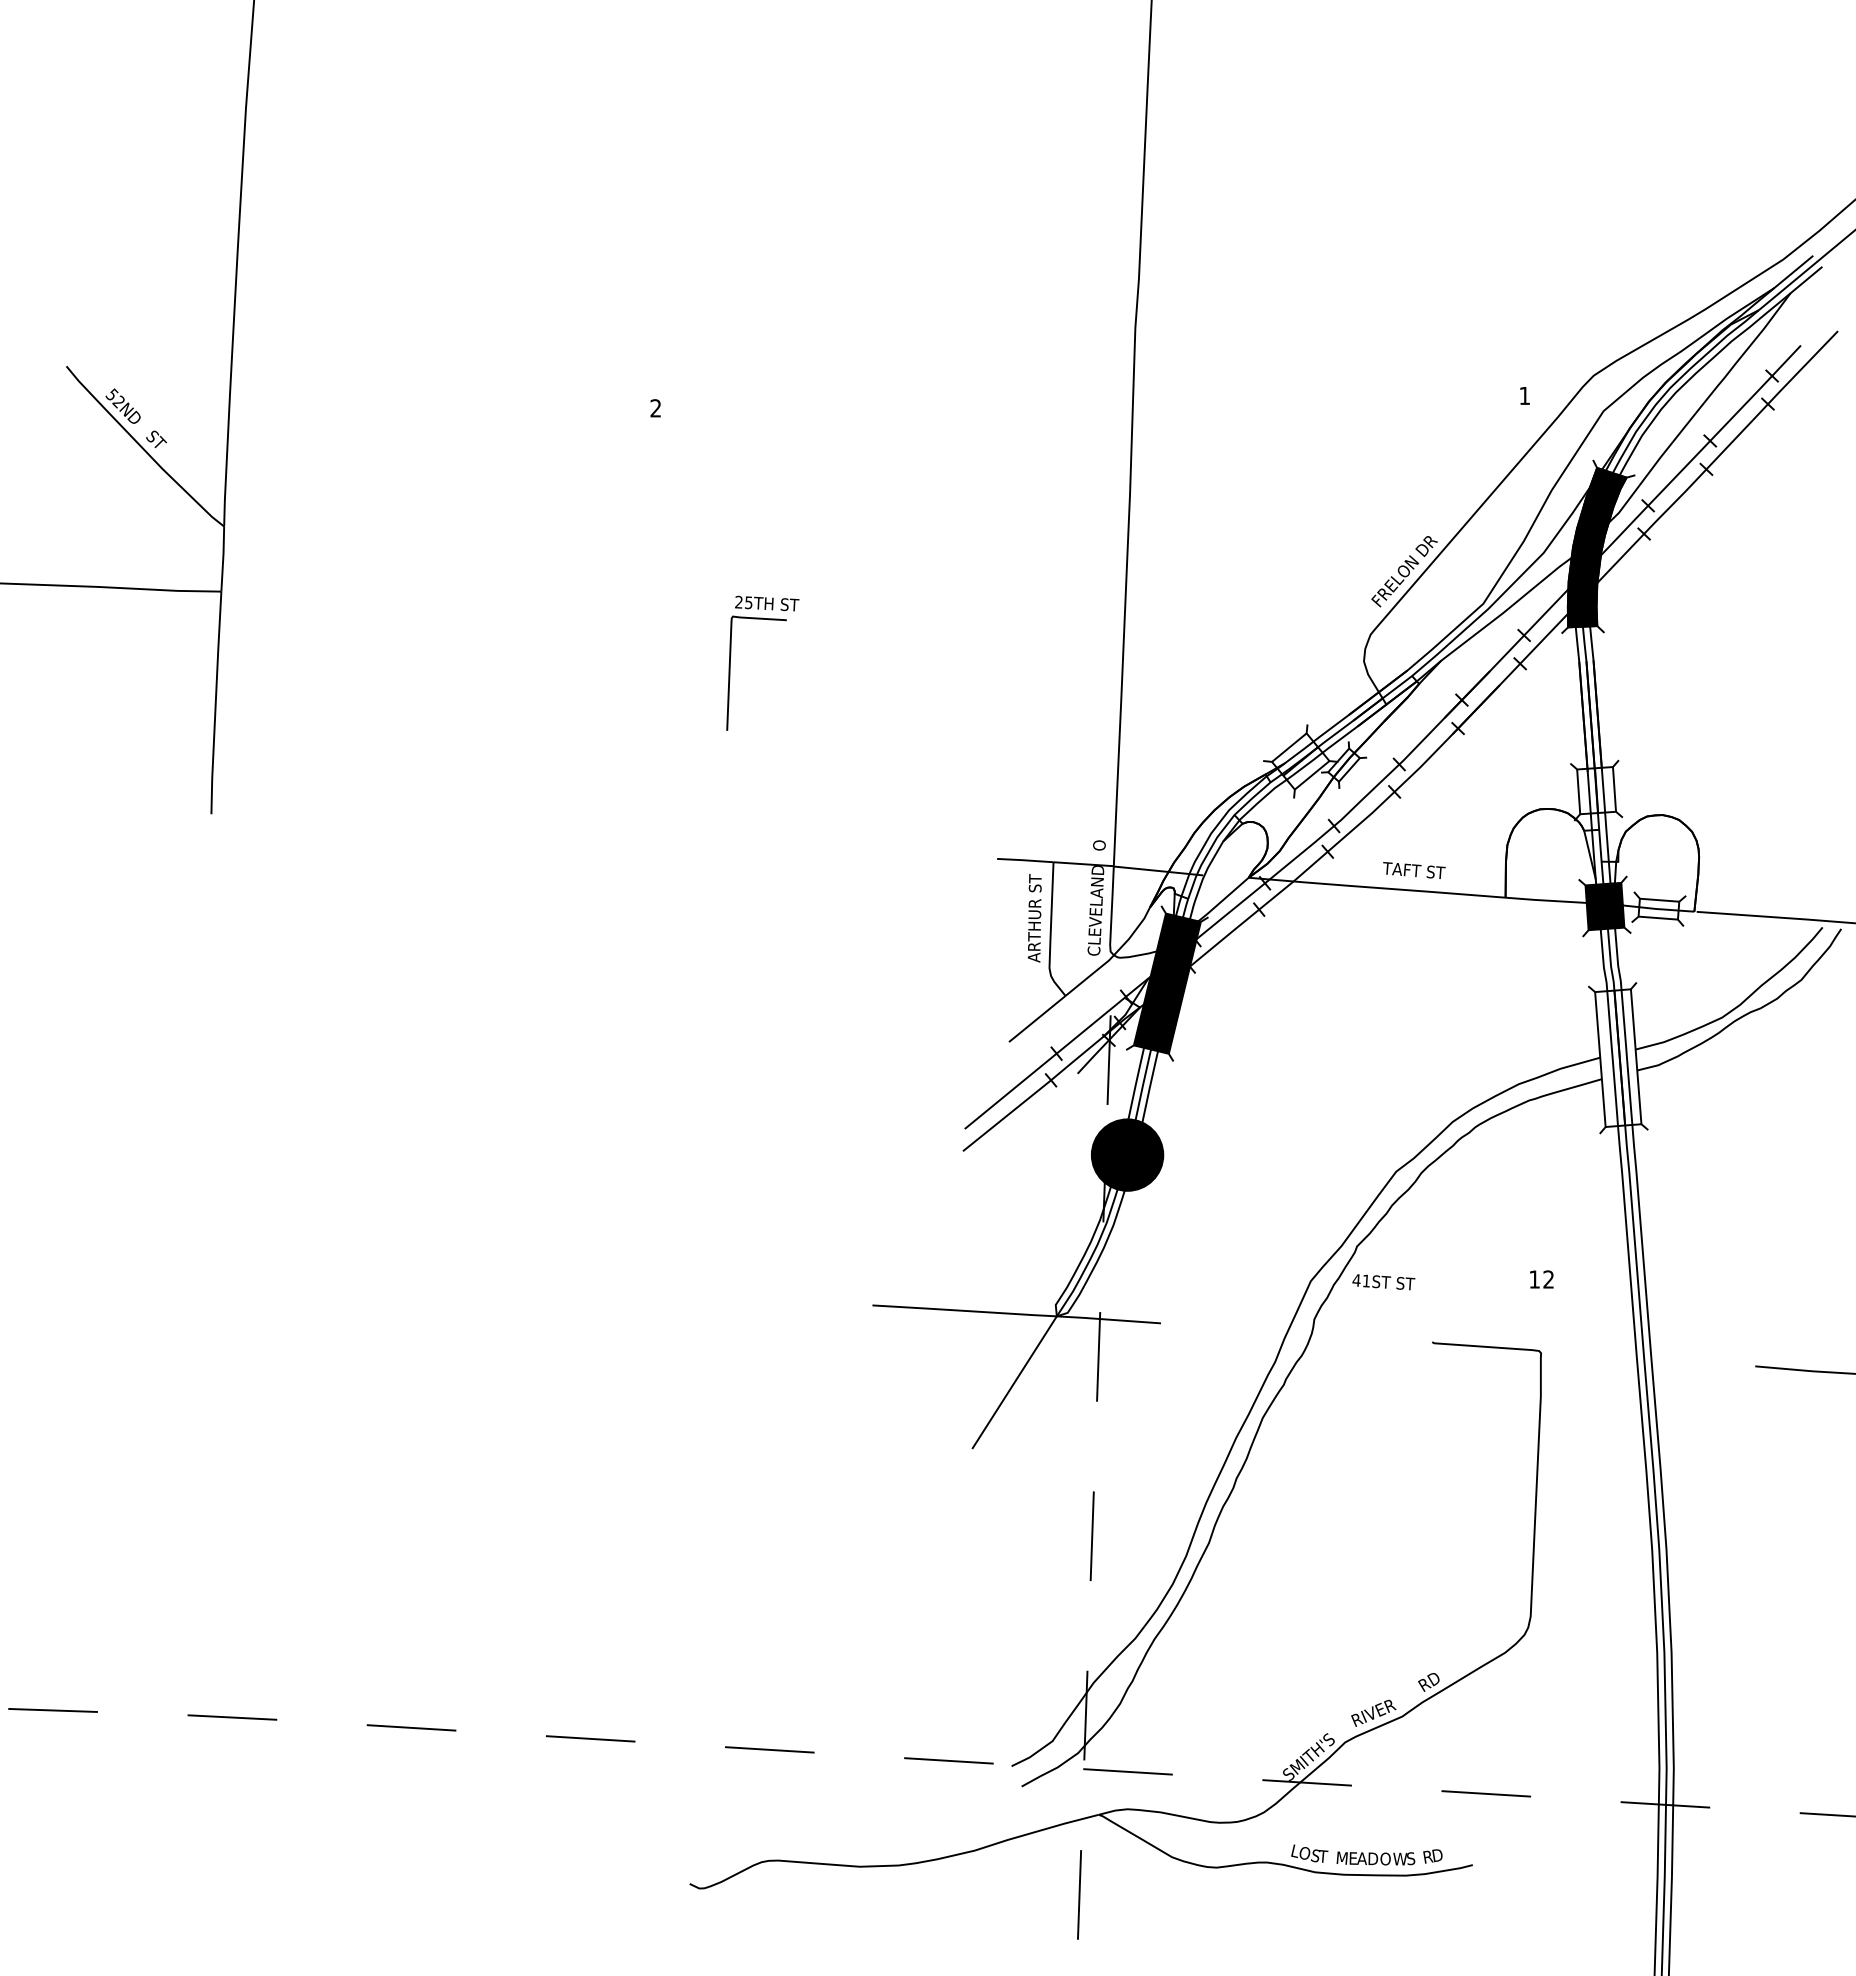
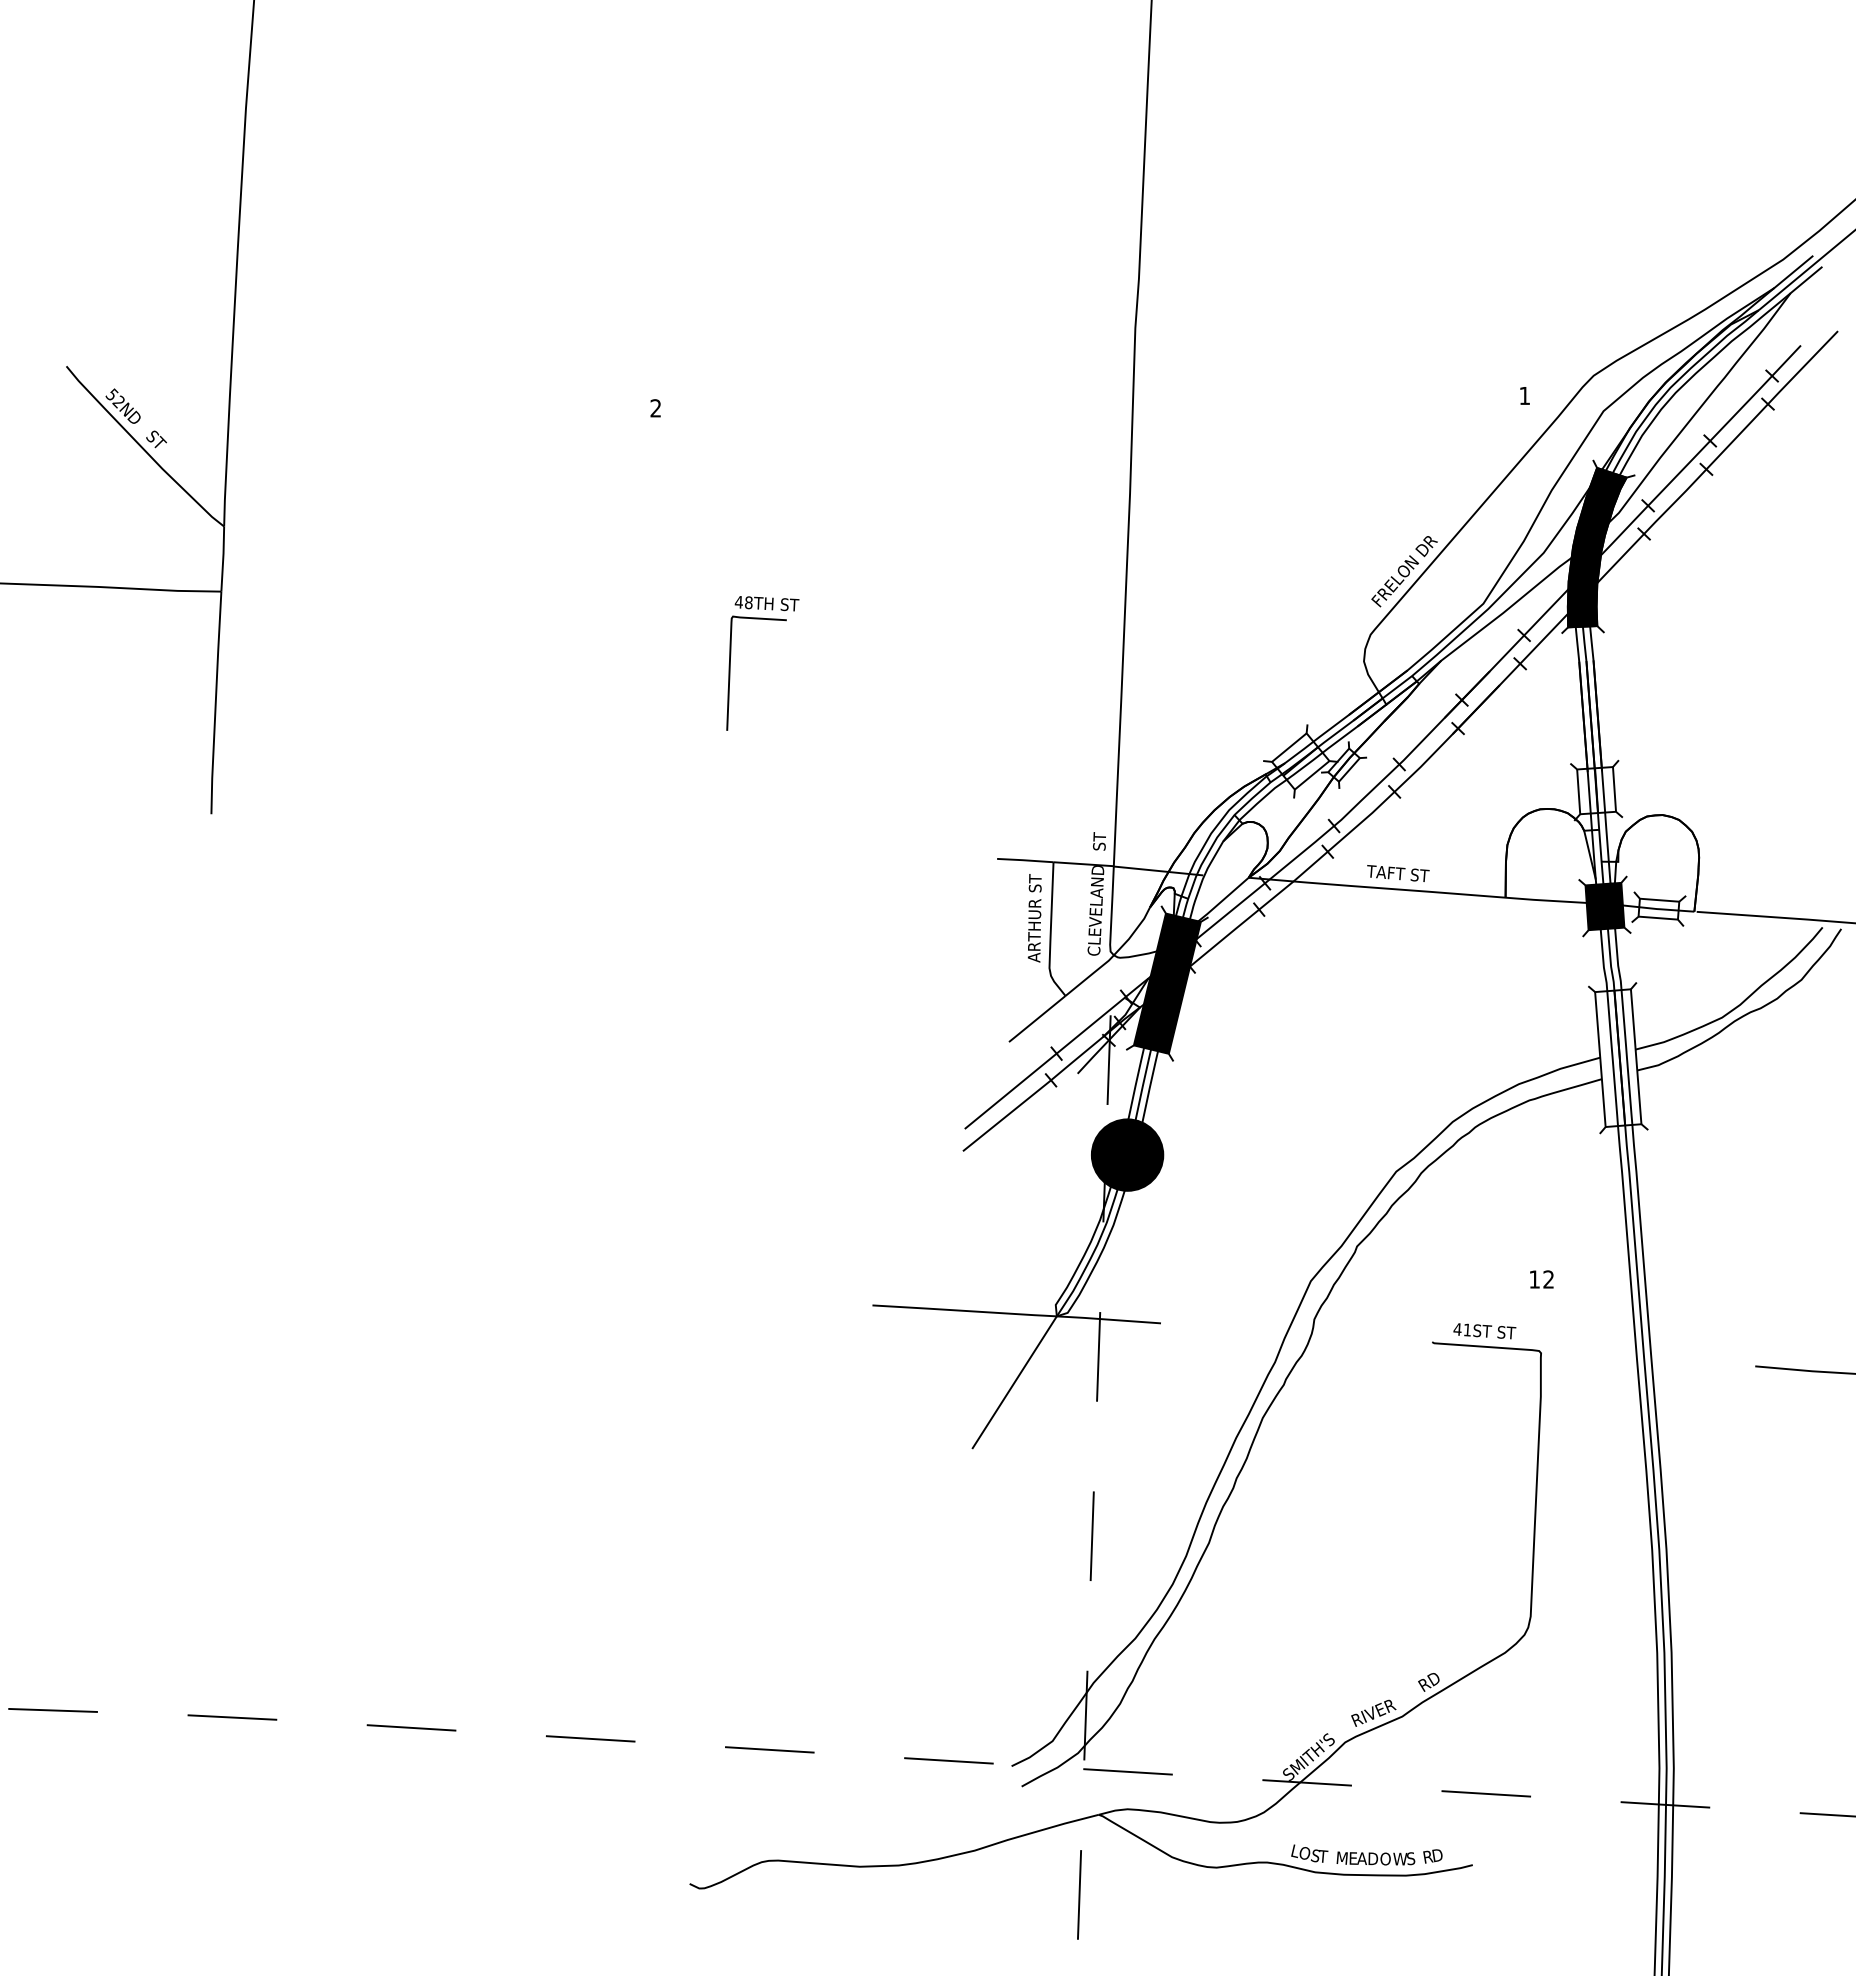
text at (743, 602): 25TH -> 48TH
text at (1099, 841): O -> ST
text at (1414, 870) position: (1414, 870) -> (1398, 873)
text at (1383, 1282) position: (1383, 1282) -> (1484, 1331)
